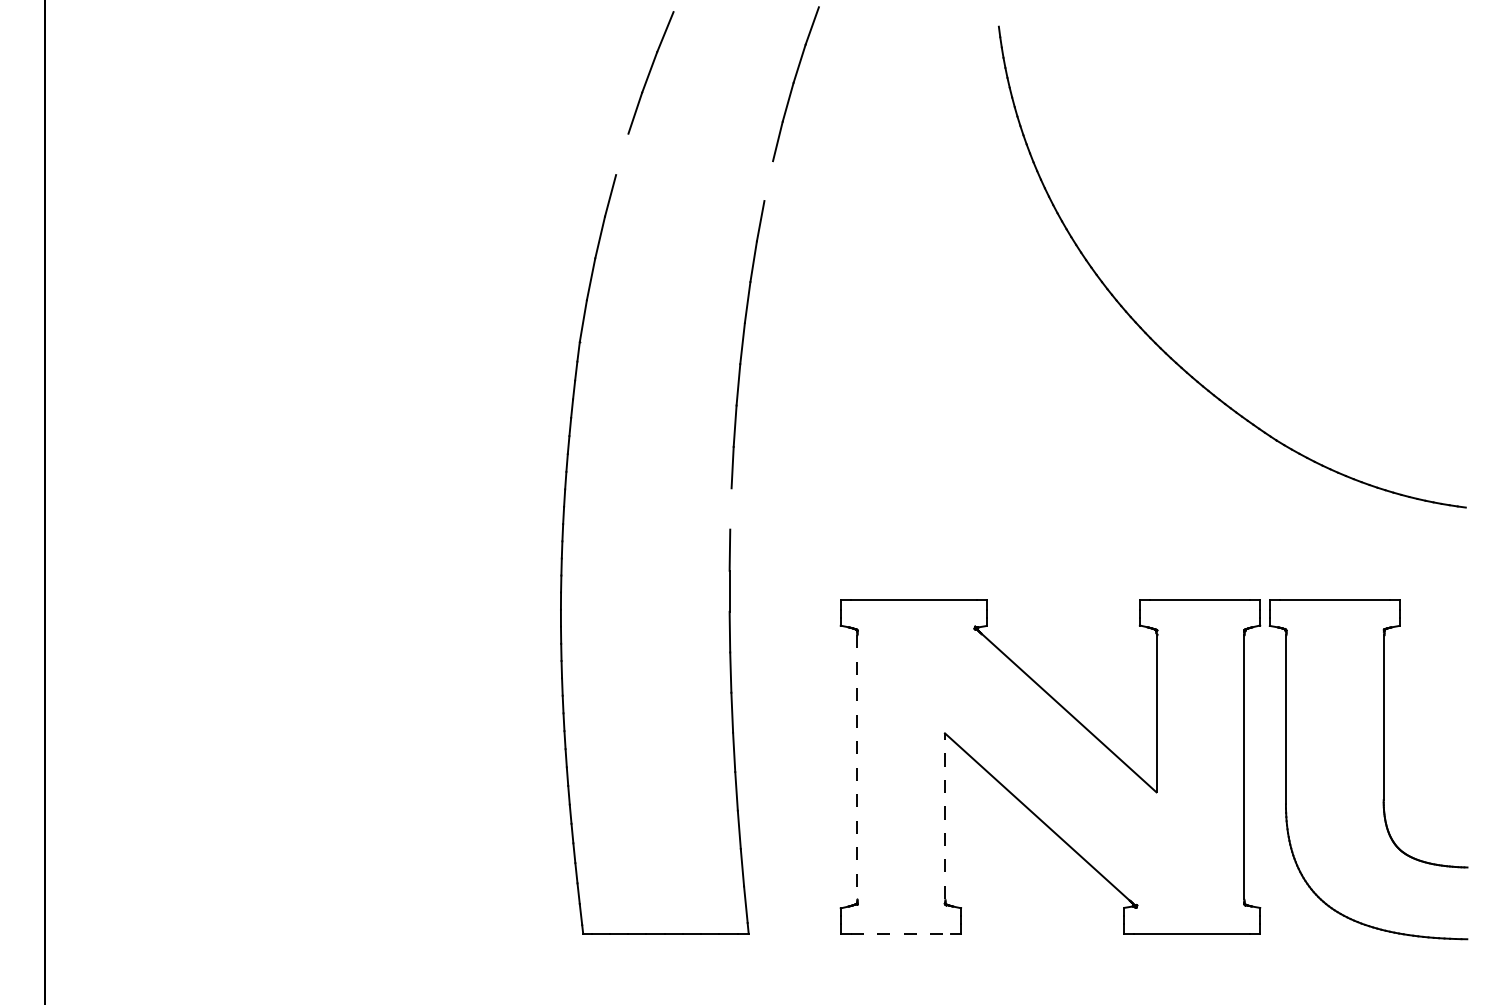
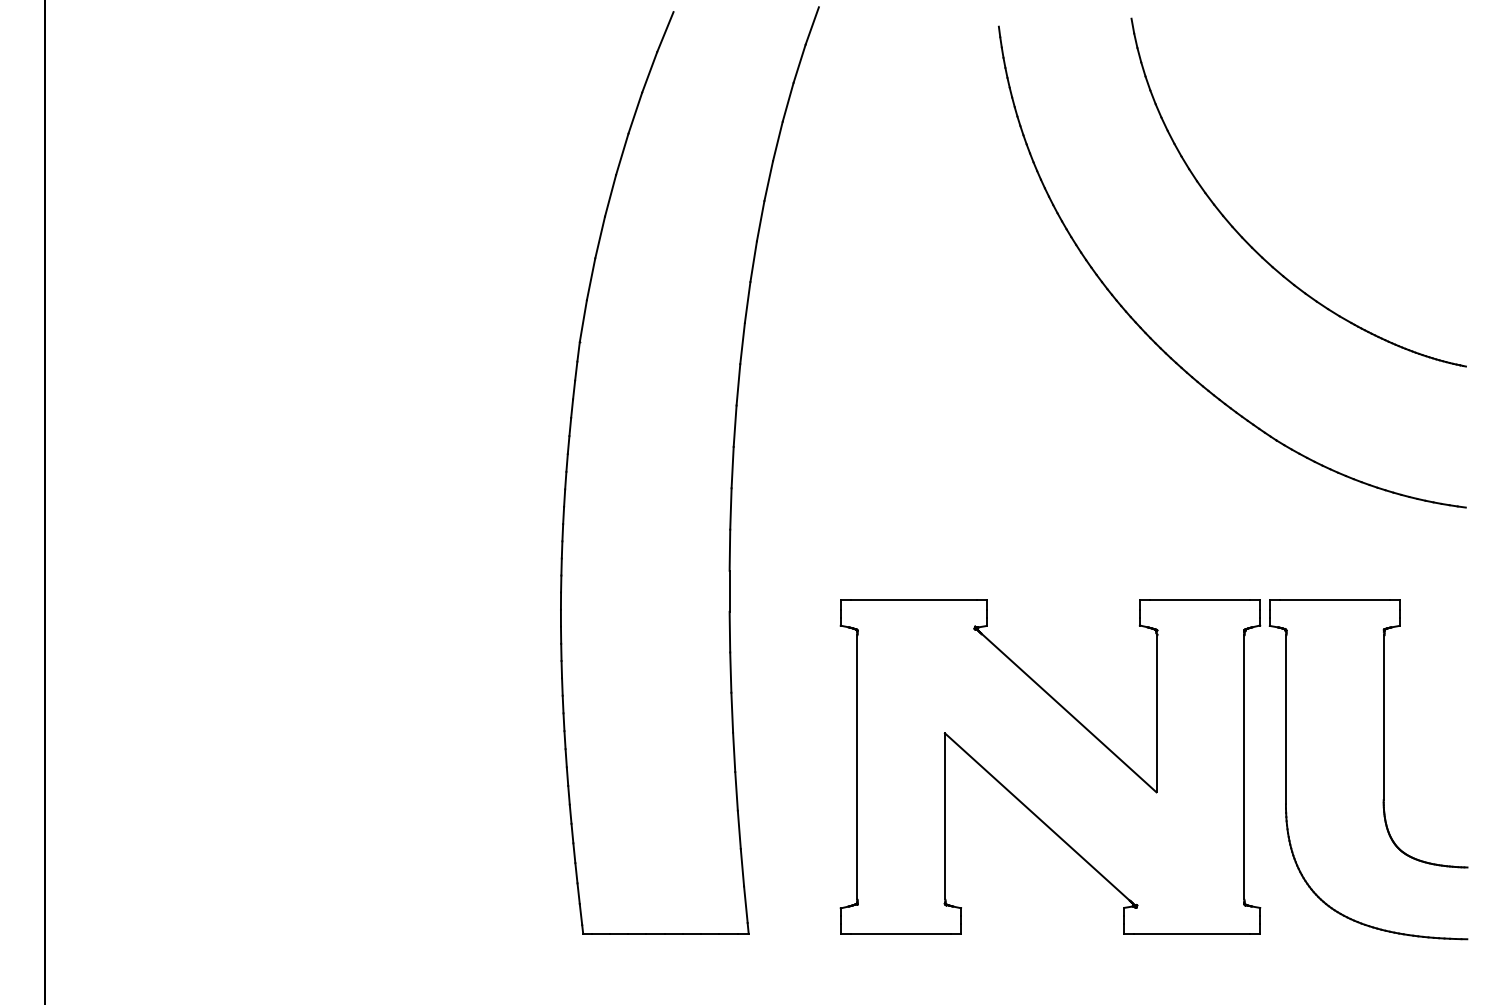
line at (622, 154): none -> present
line at (768, 181): none -> present
part at (1248, 242): none -> present
line at (730, 508): none -> present
line at (857, 767): dashed -> solid
line at (944, 816): dashed -> solid
line at (901, 933): dashed -> solid
